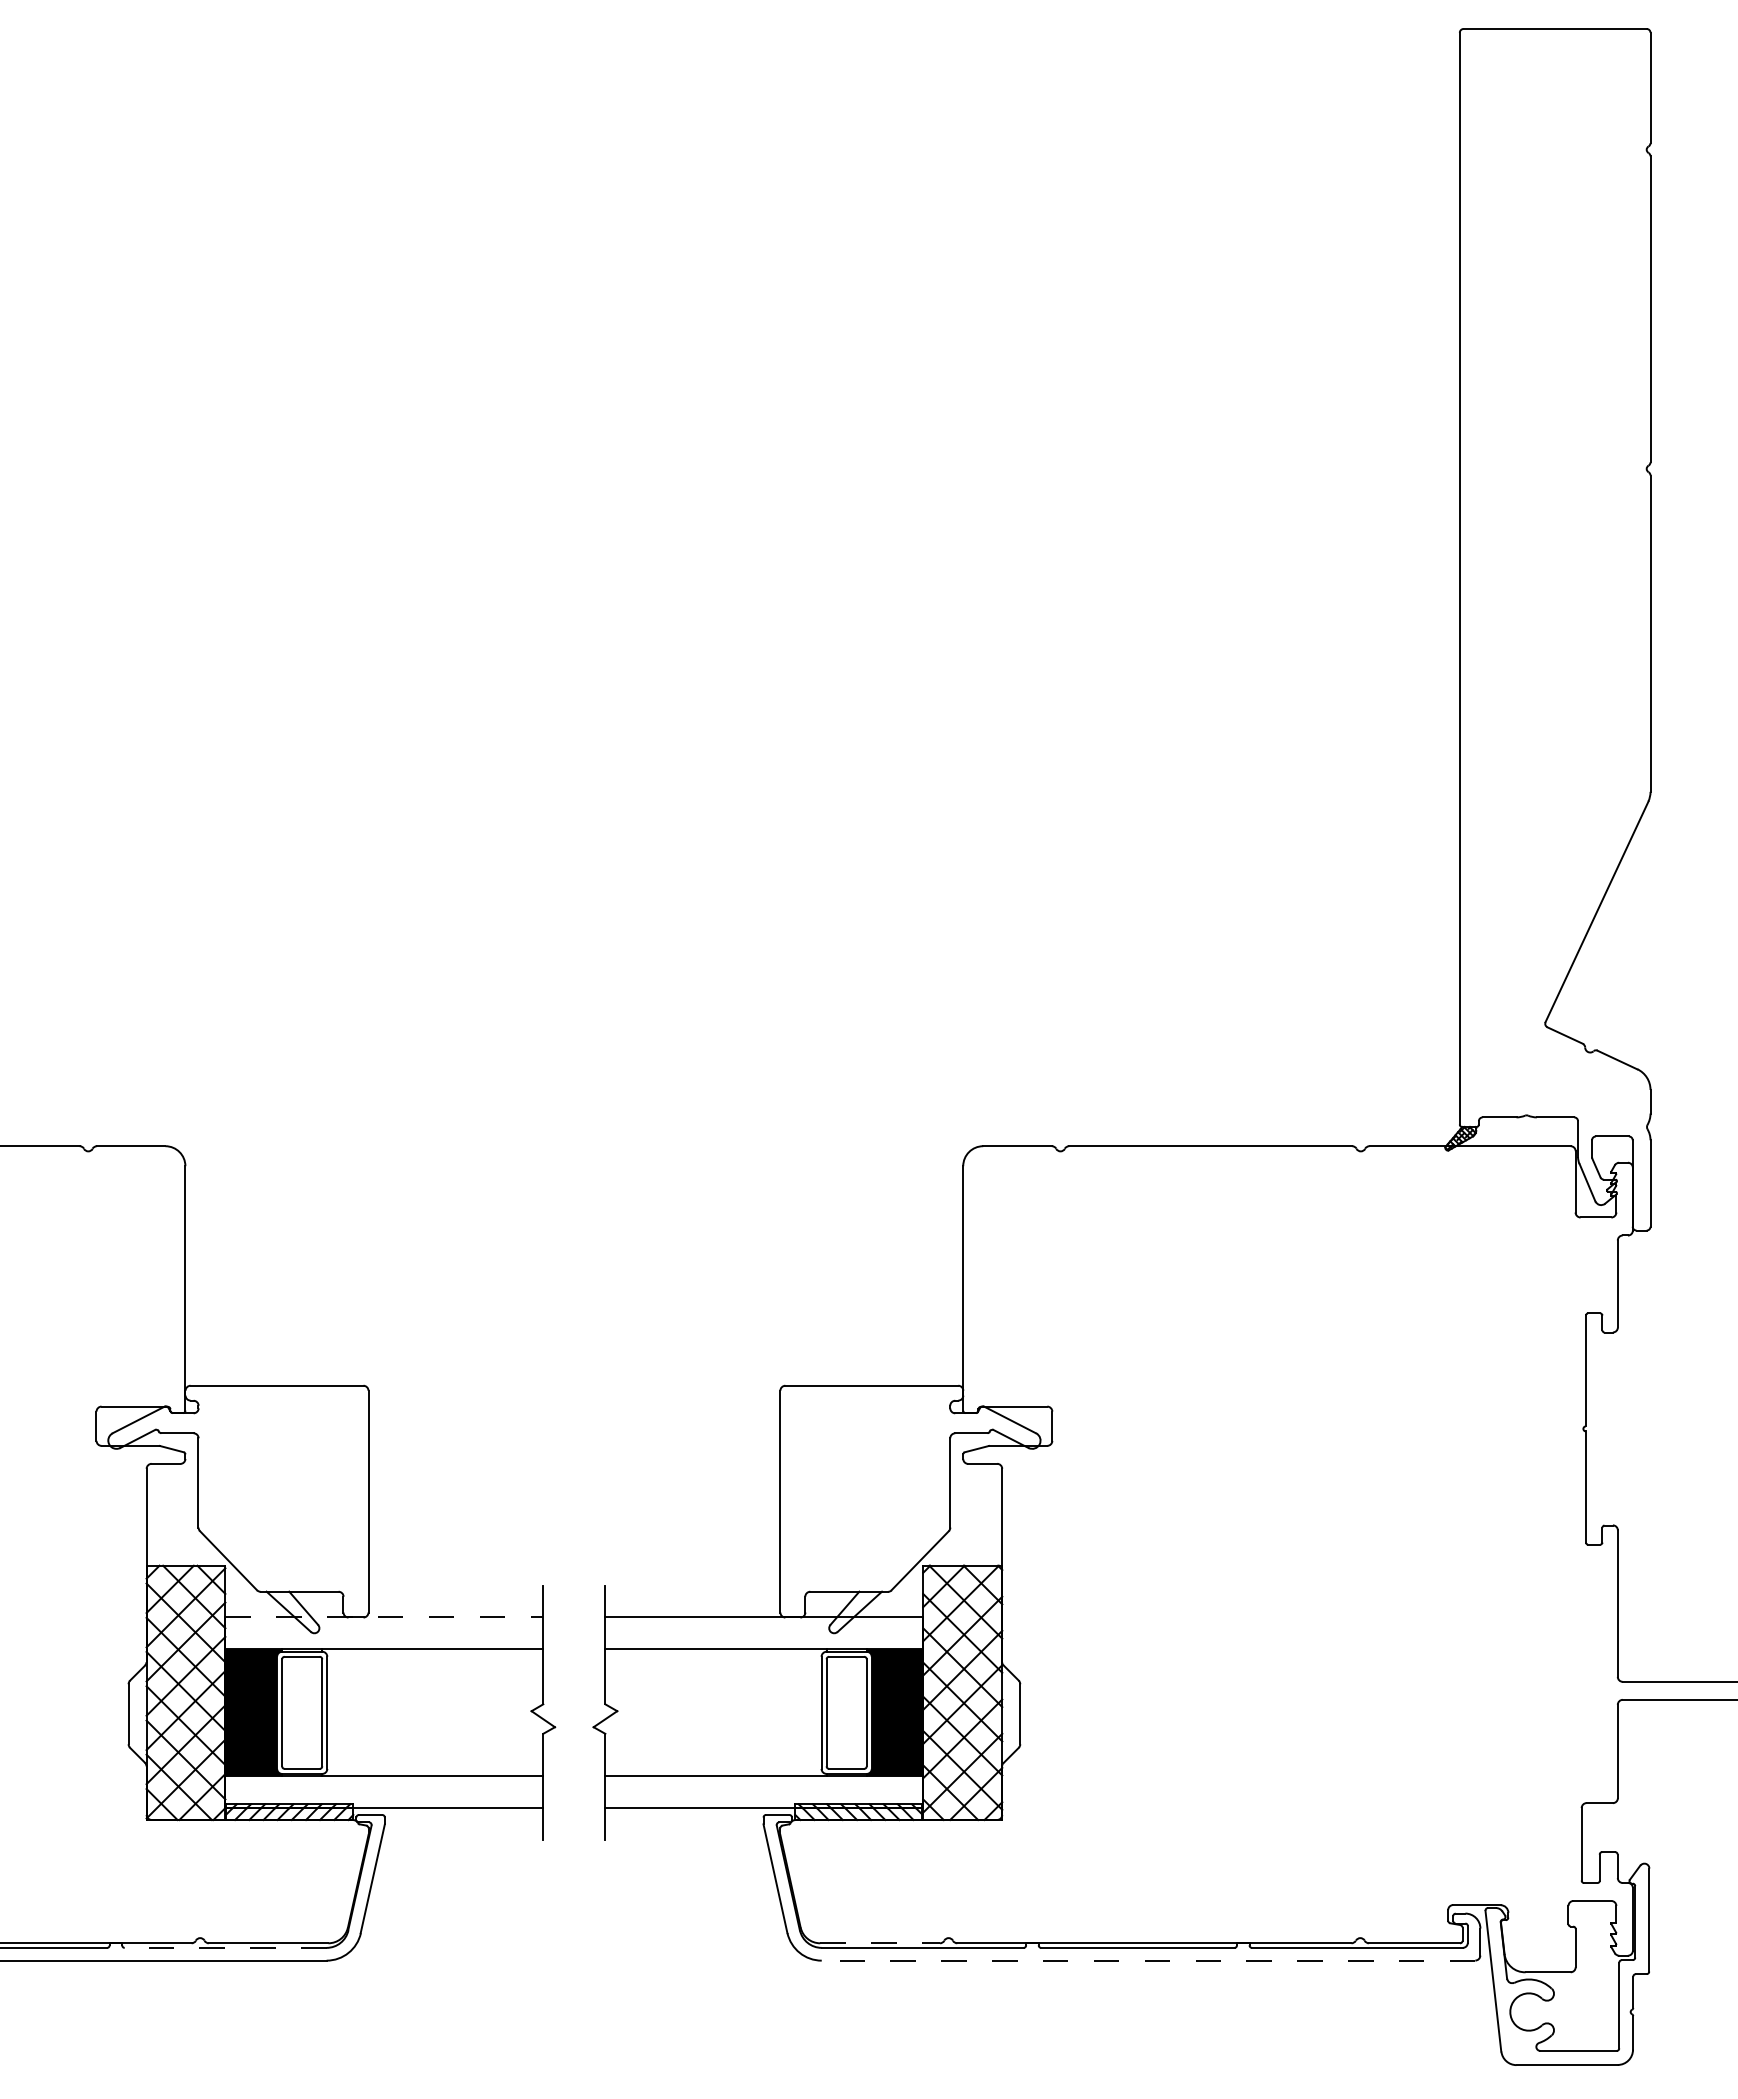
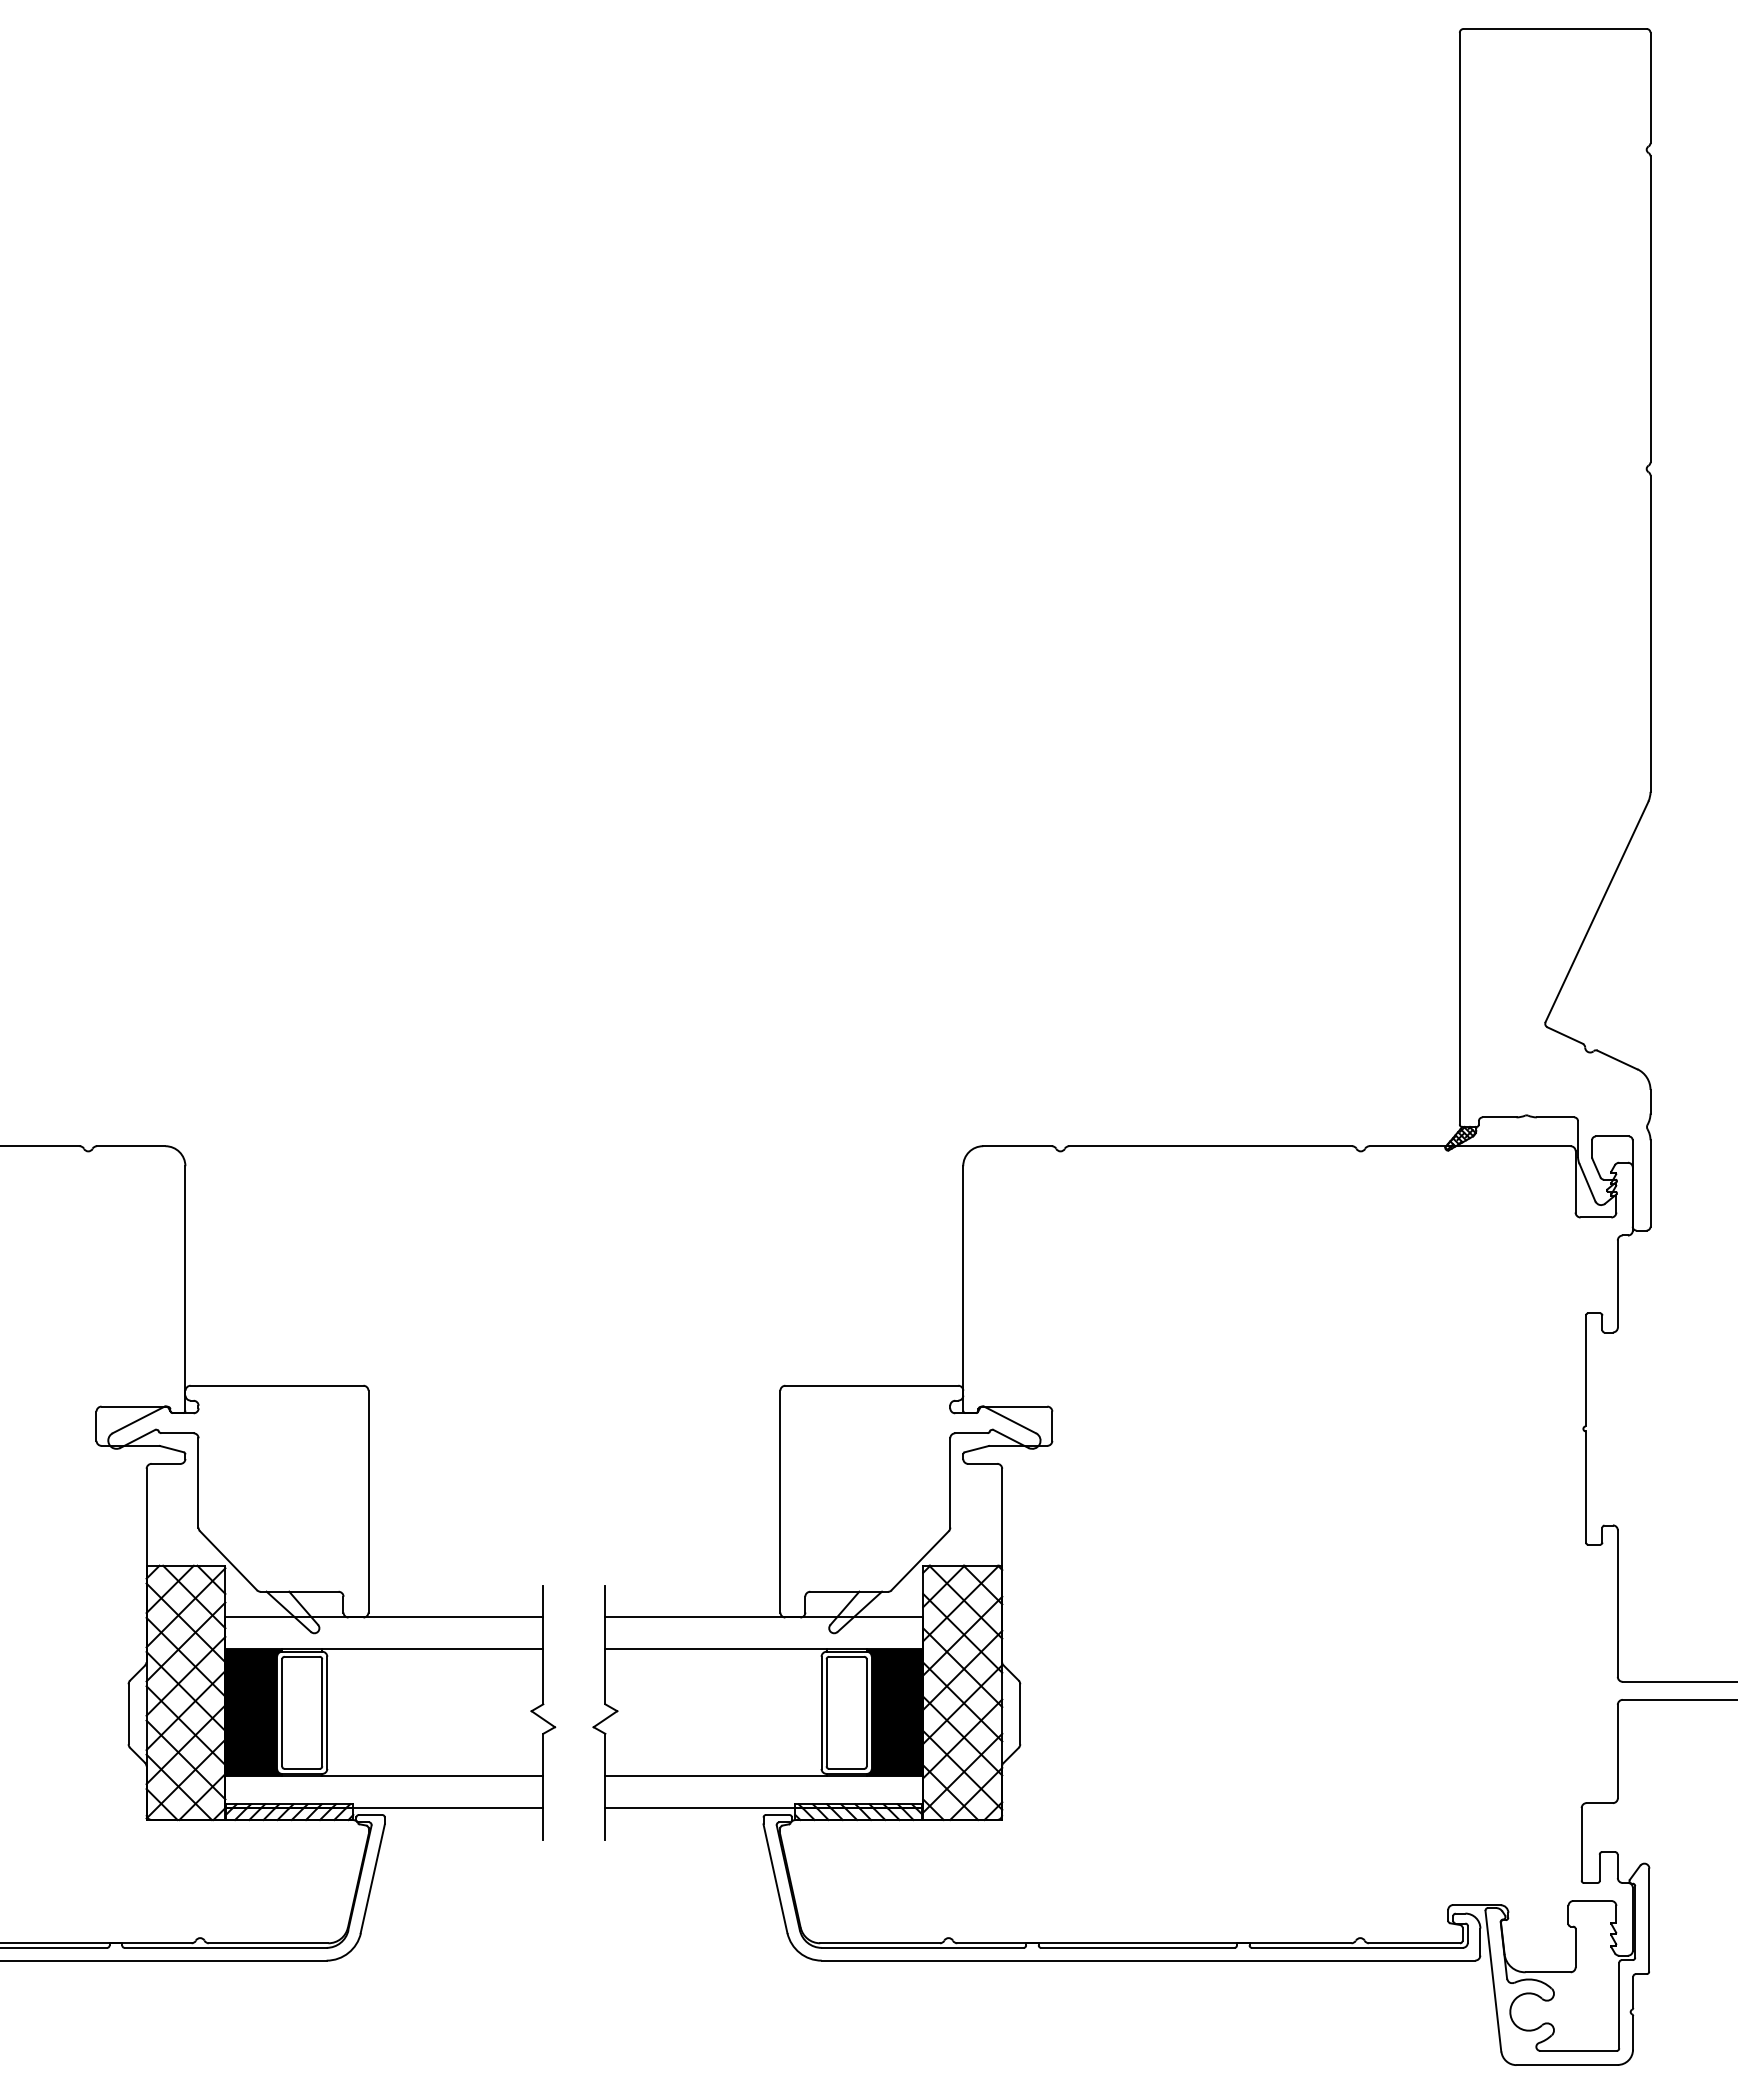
line at (384, 1617): dashed -> solid
line at (880, 1943): dashed -> solid
line at (225, 1947): dashed -> solid
line at (1148, 1960): dashed -> solid
